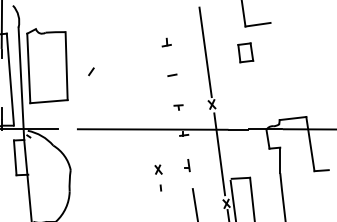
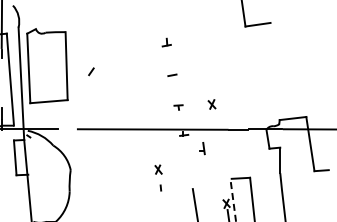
line at (205, 52): present -> none
part at (245, 52): present -> none
line at (219, 154): present -> none
part at (187, 165) position: (187, 165) -> (202, 148)
line at (233, 200): solid -> dashed
